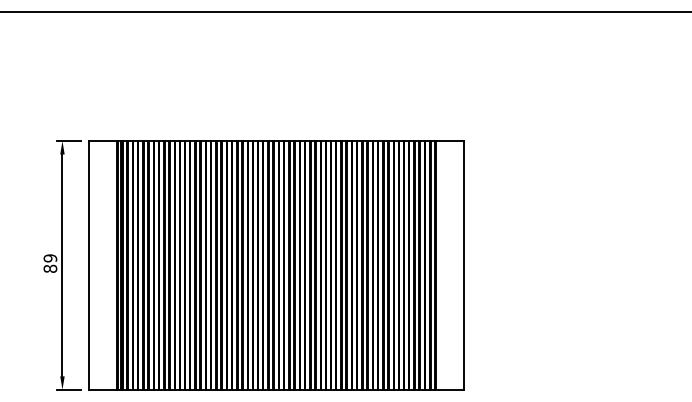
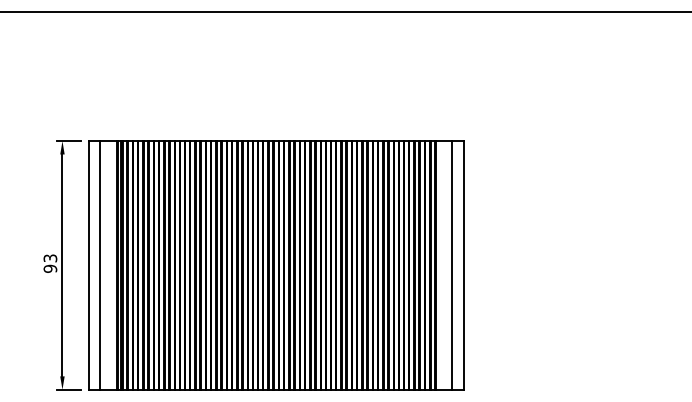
text at (50, 263): 89 -> 93
line at (100, 265): none -> present
line at (452, 265): none -> present
